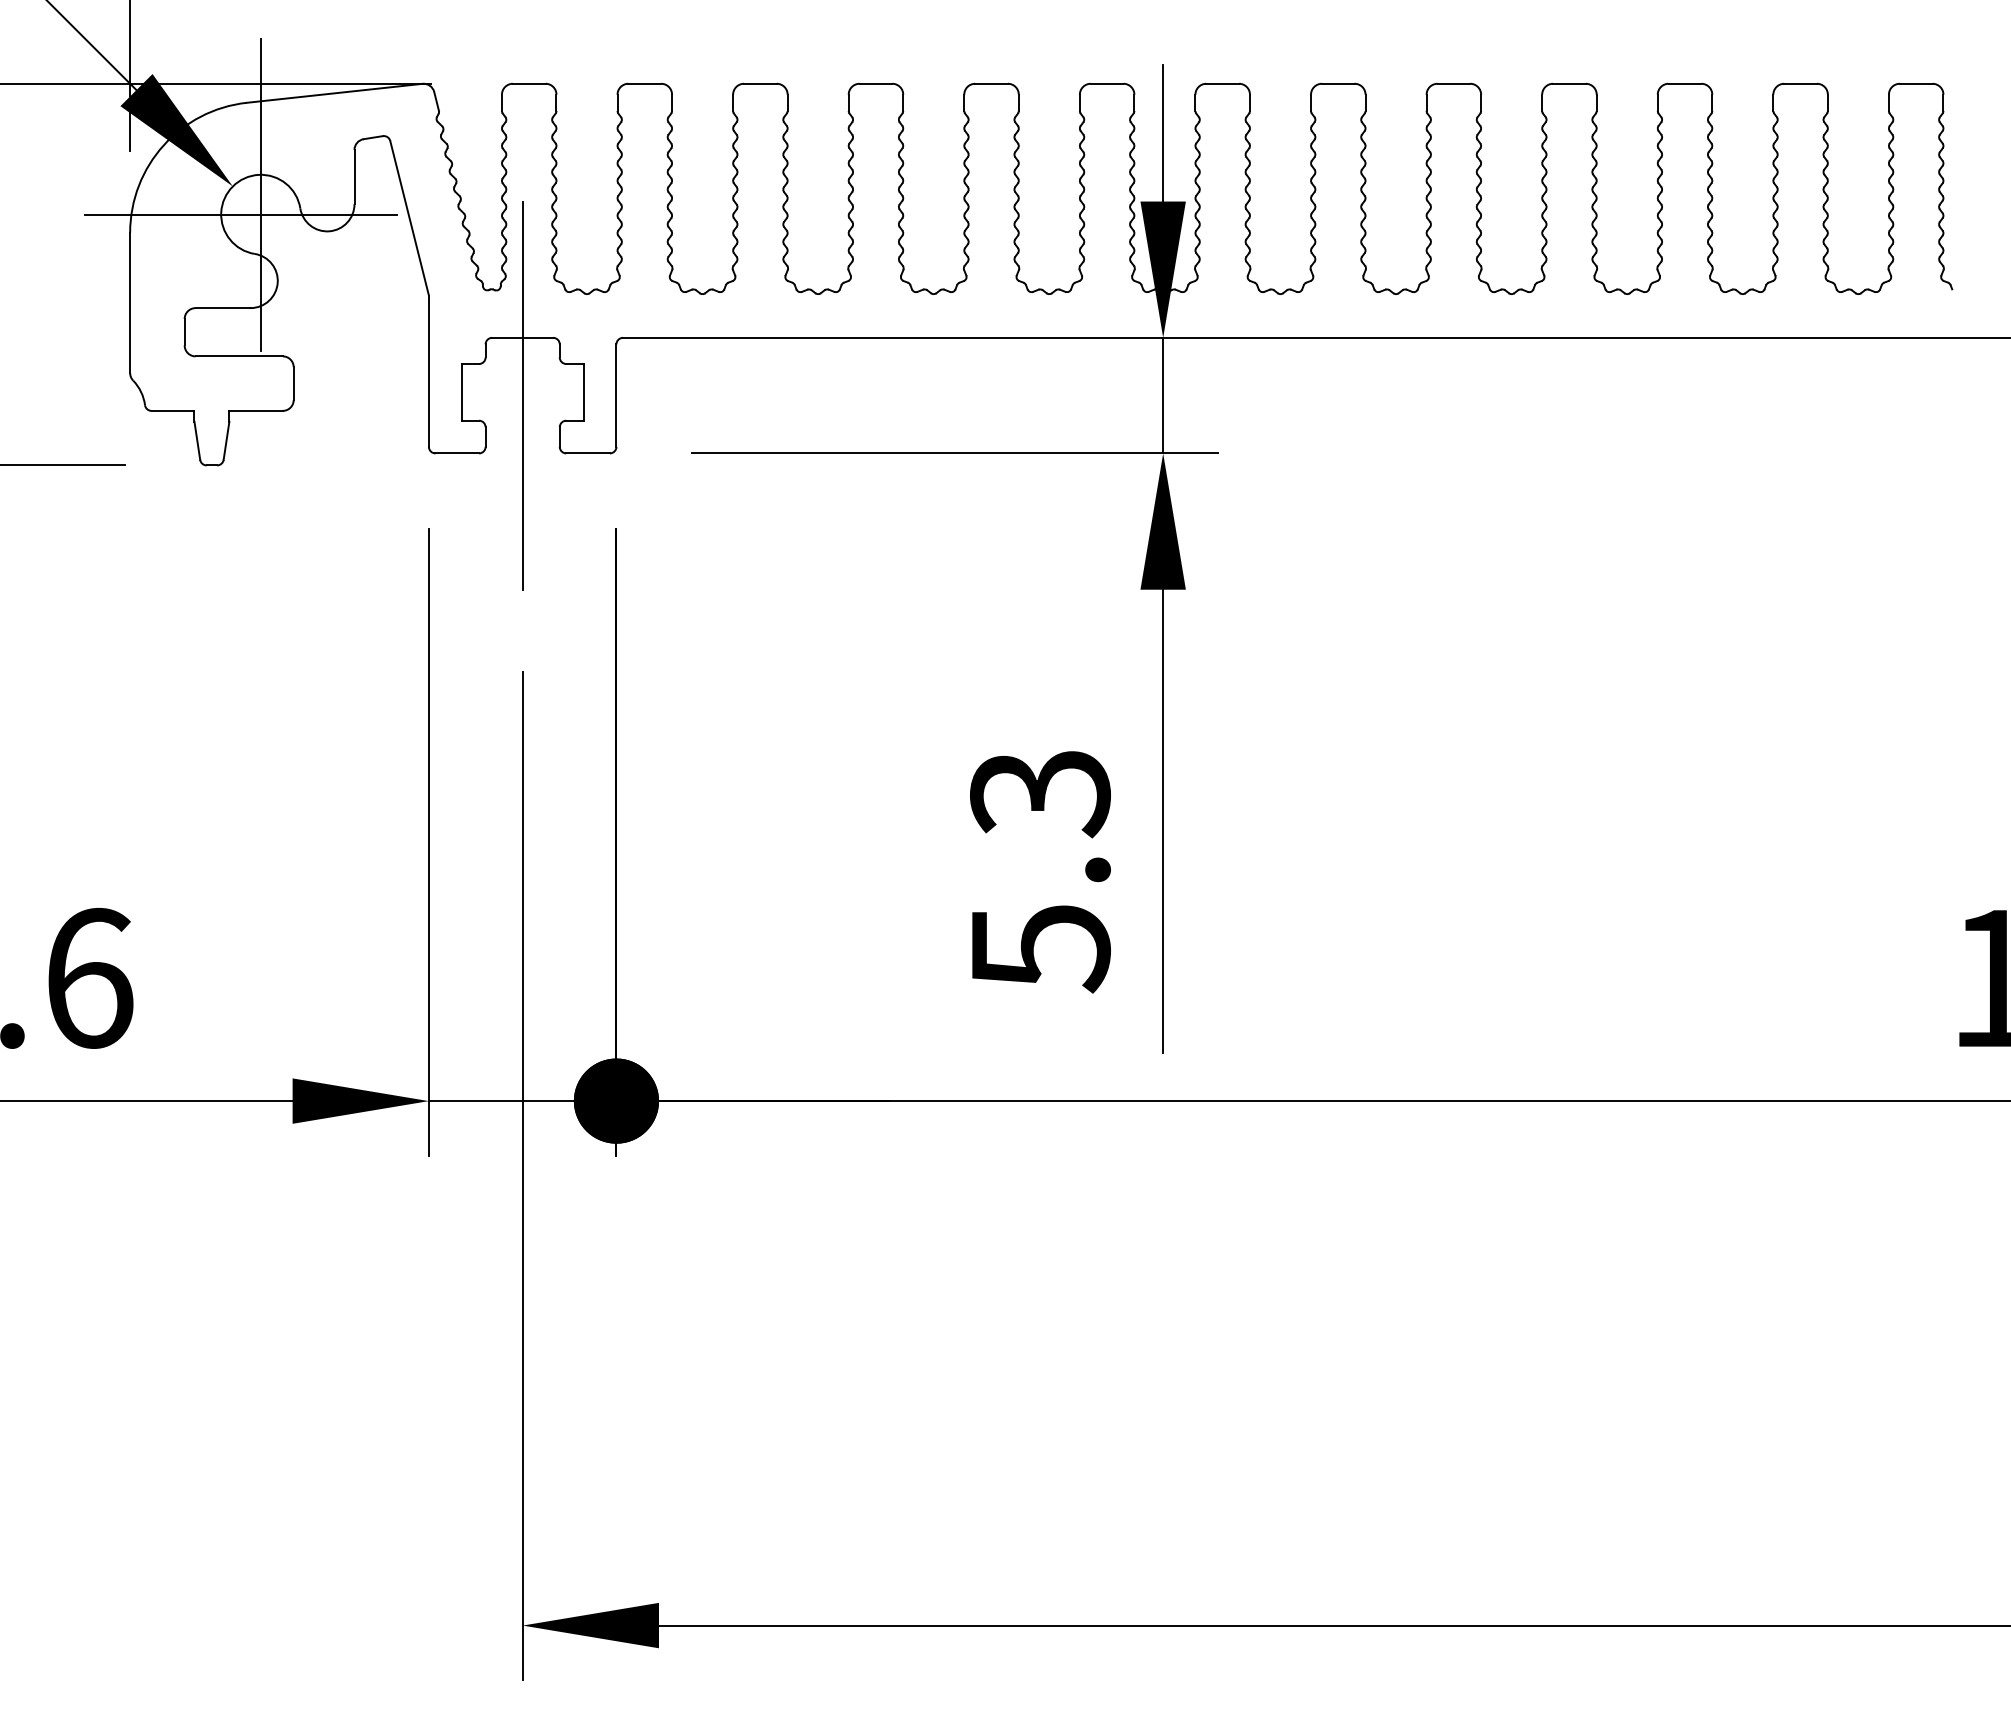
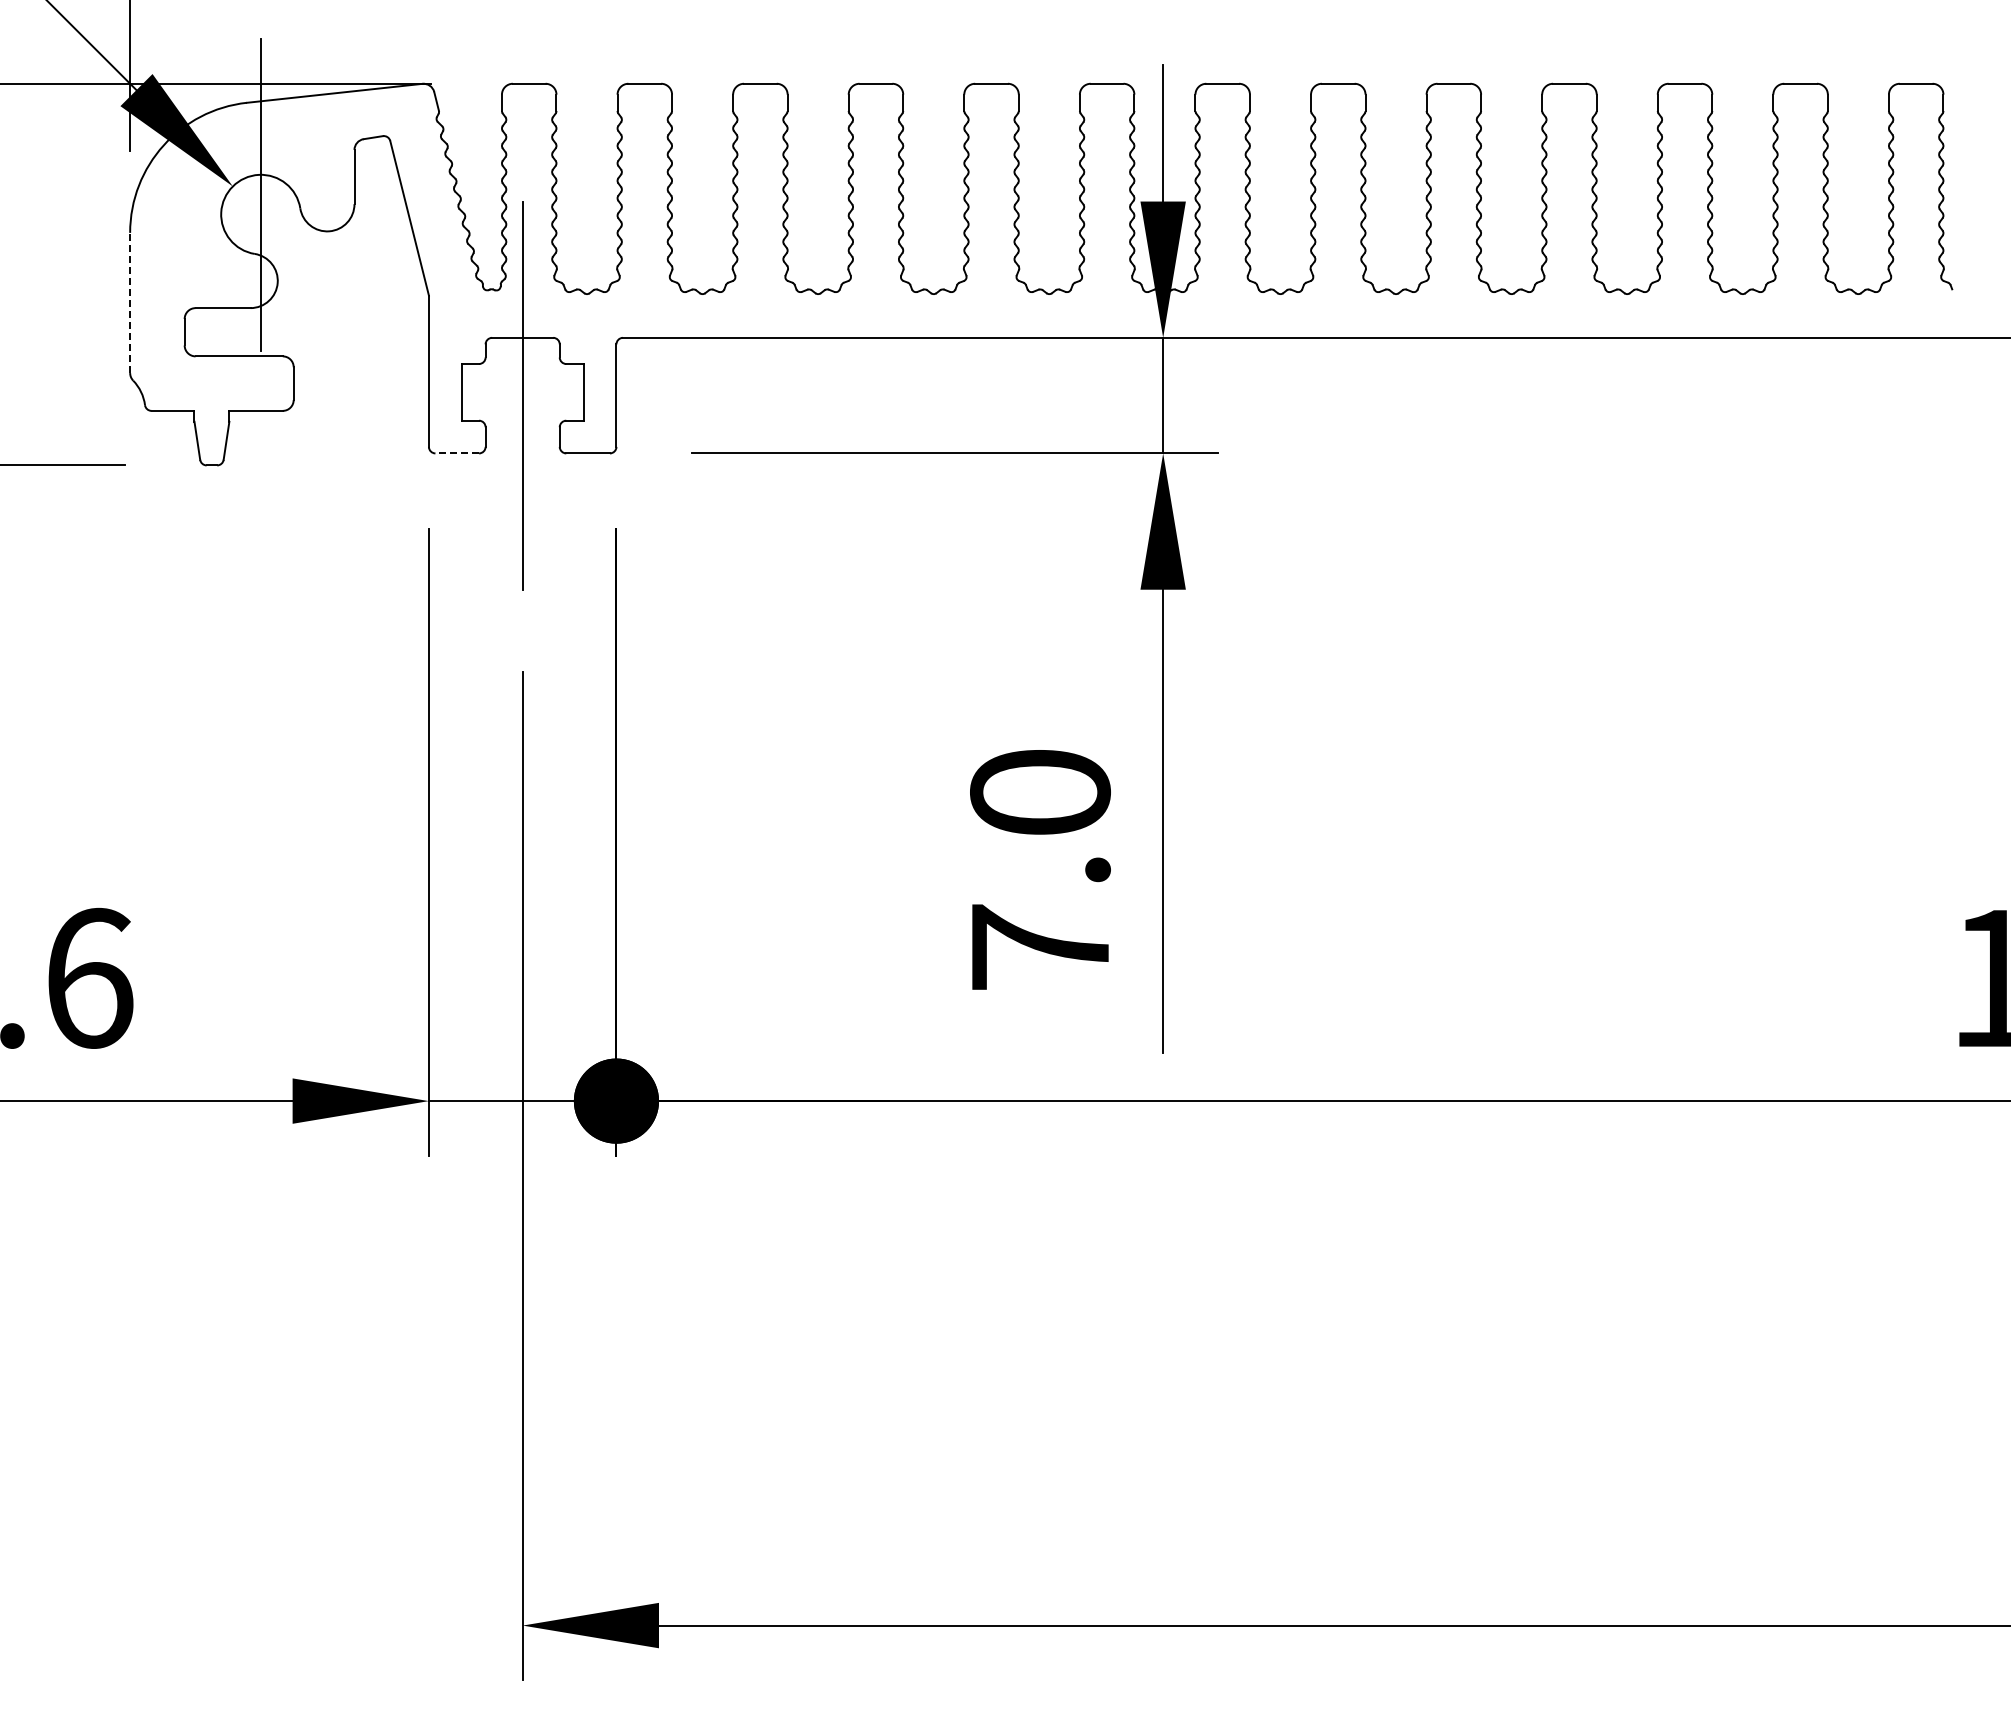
line at (240, 214): present -> none
line at (130, 302): solid -> dashed
line at (457, 453): solid -> dashed
text at (1040, 871): 5.3 -> 7.0
